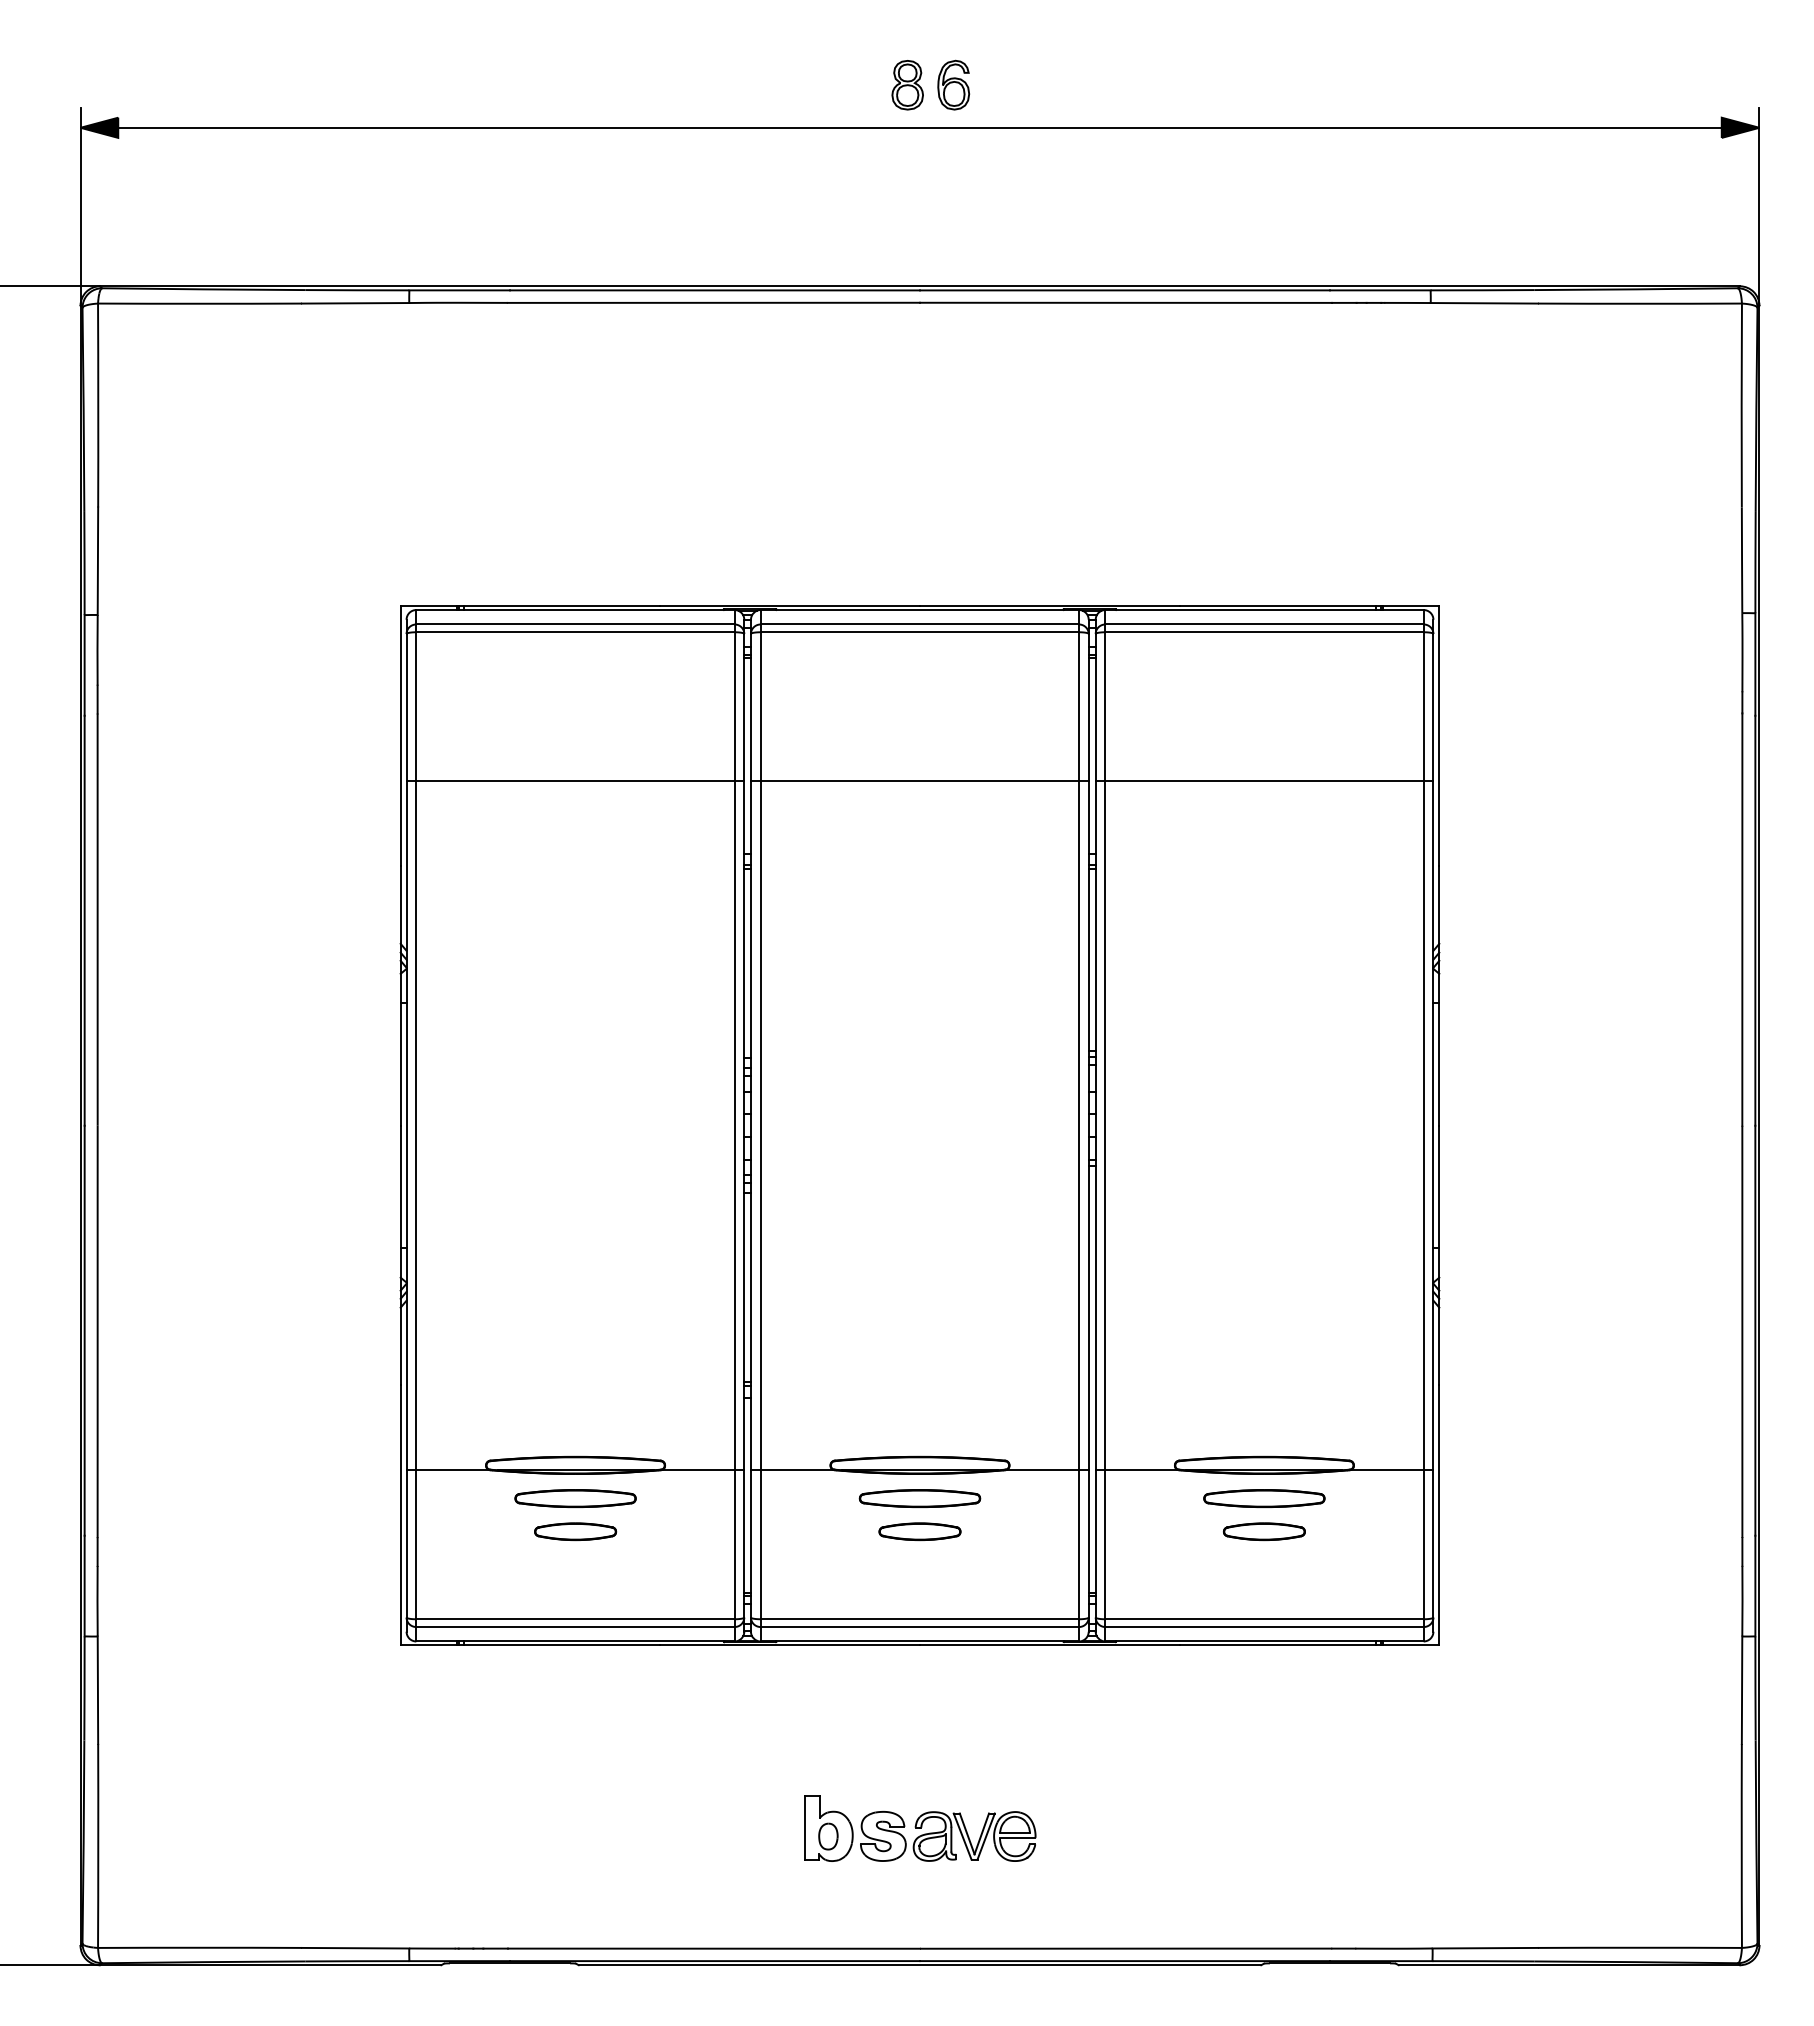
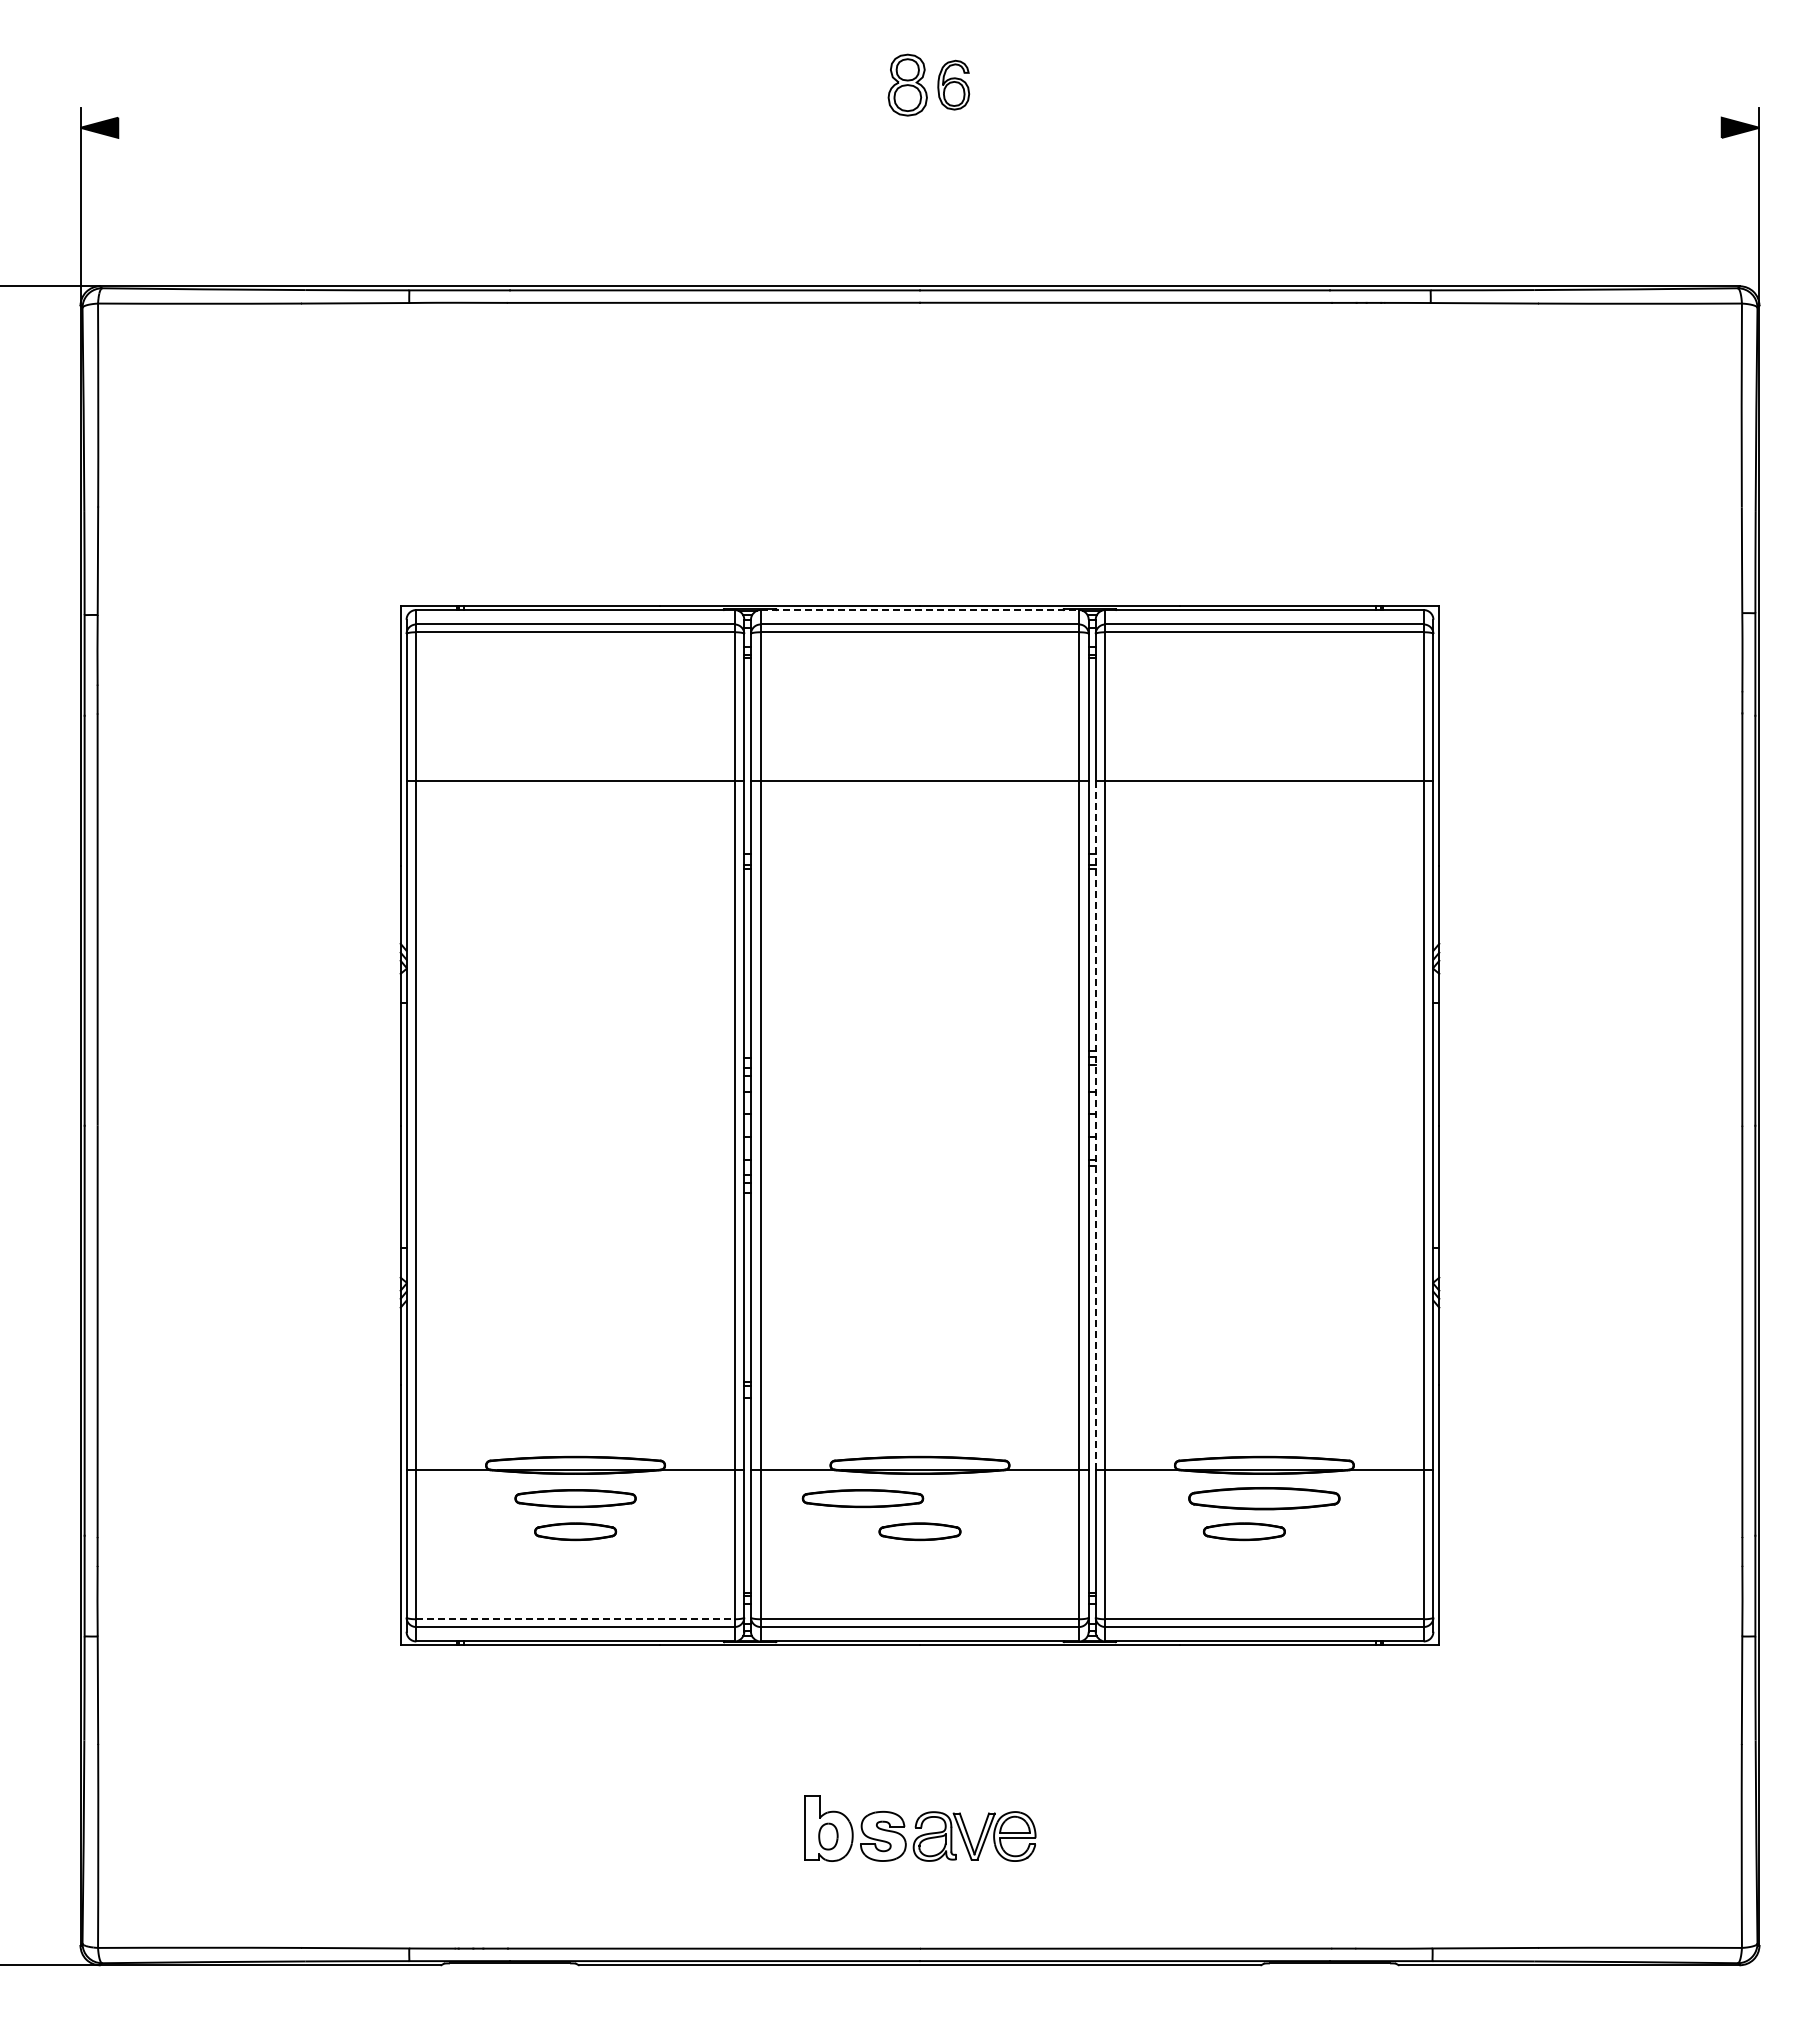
part at (907, 85) size: 33x51 px -> 41x64 px
line at (919, 127): present -> none
line at (920, 610): solid -> dashed
line at (1095, 1125): solid -> dashed
part at (919, 1498) position: (919, 1498) -> (862, 1498)
part at (1264, 1498) size: 123x19 px -> 153x24 px
part at (1264, 1531) position: (1264, 1531) -> (1244, 1531)
line at (575, 1619): solid -> dashed
